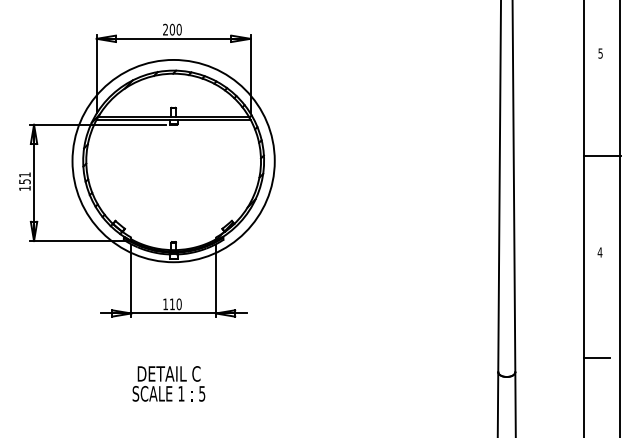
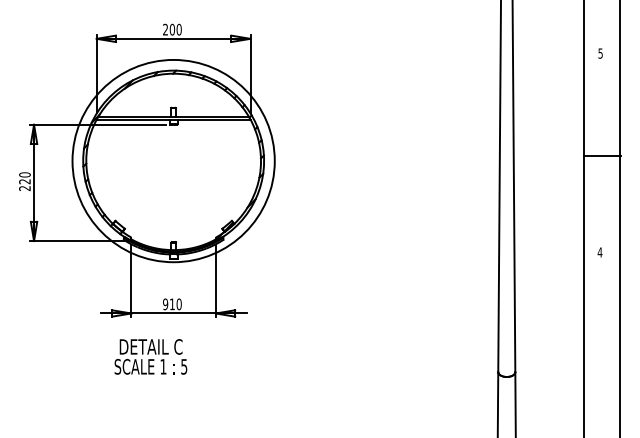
text at (24, 181): 151 -> 220
text at (165, 304): 110 -> 910
line at (596, 357): present -> none
text at (168, 383) position: (168, 383) -> (150, 356)
